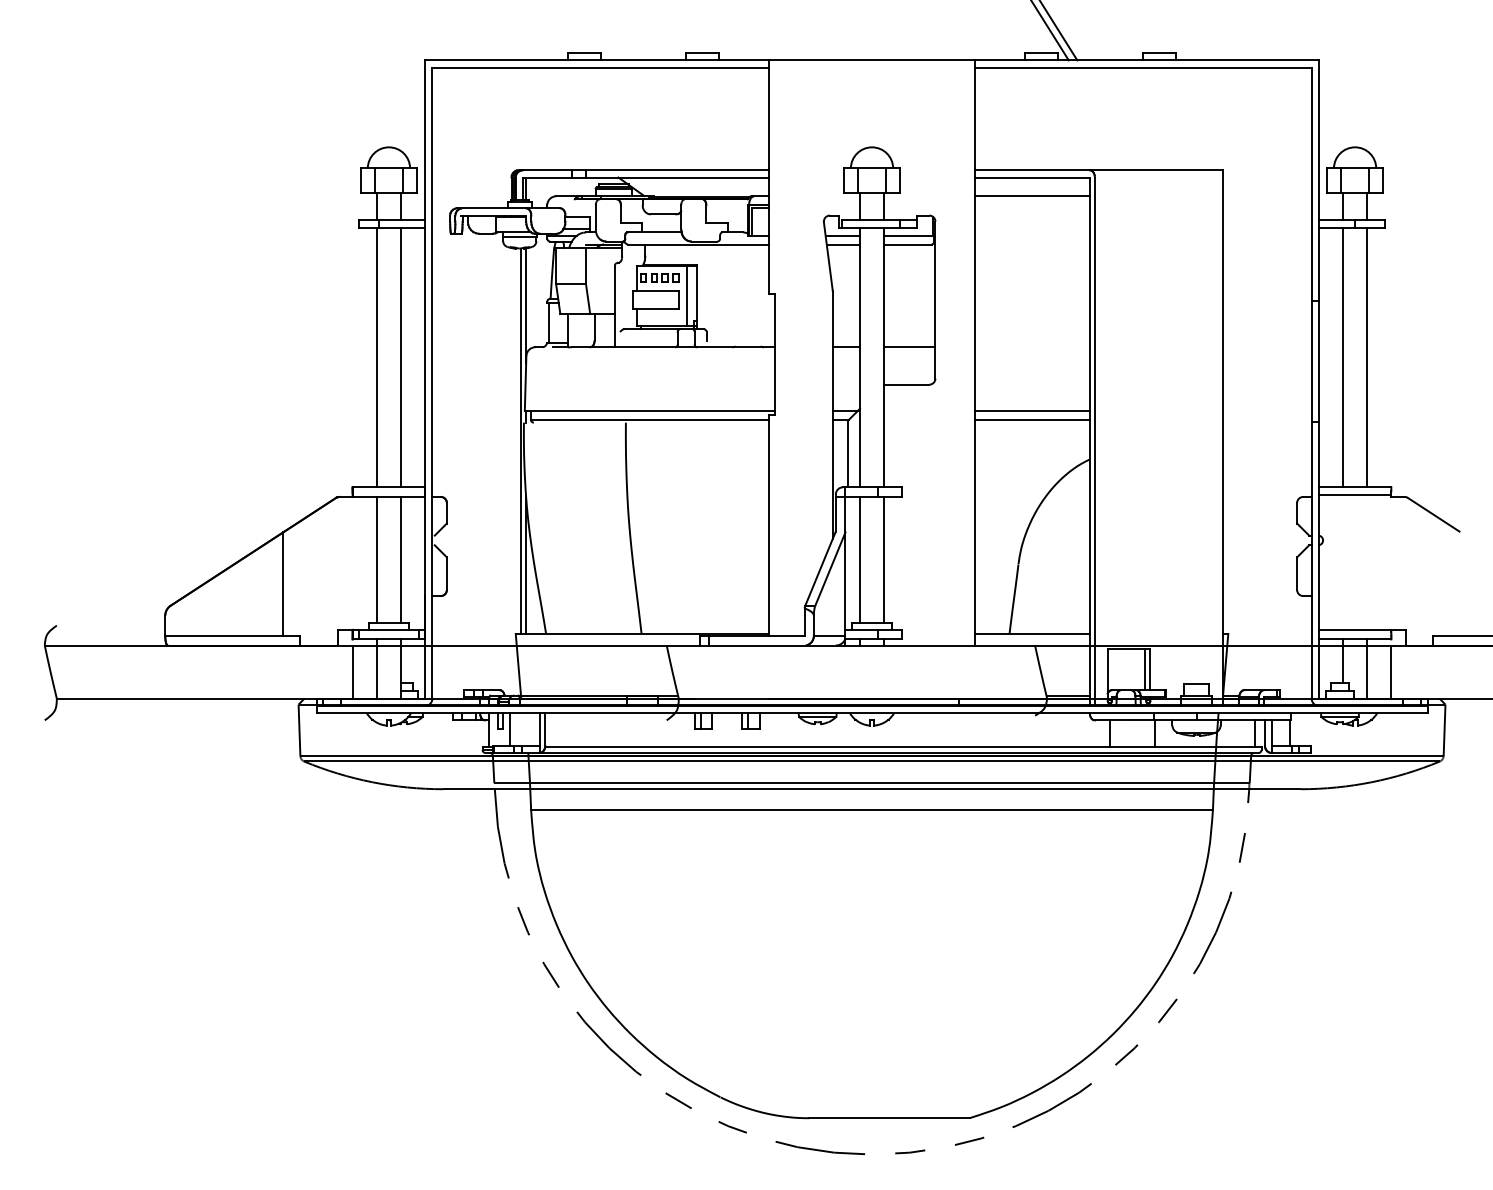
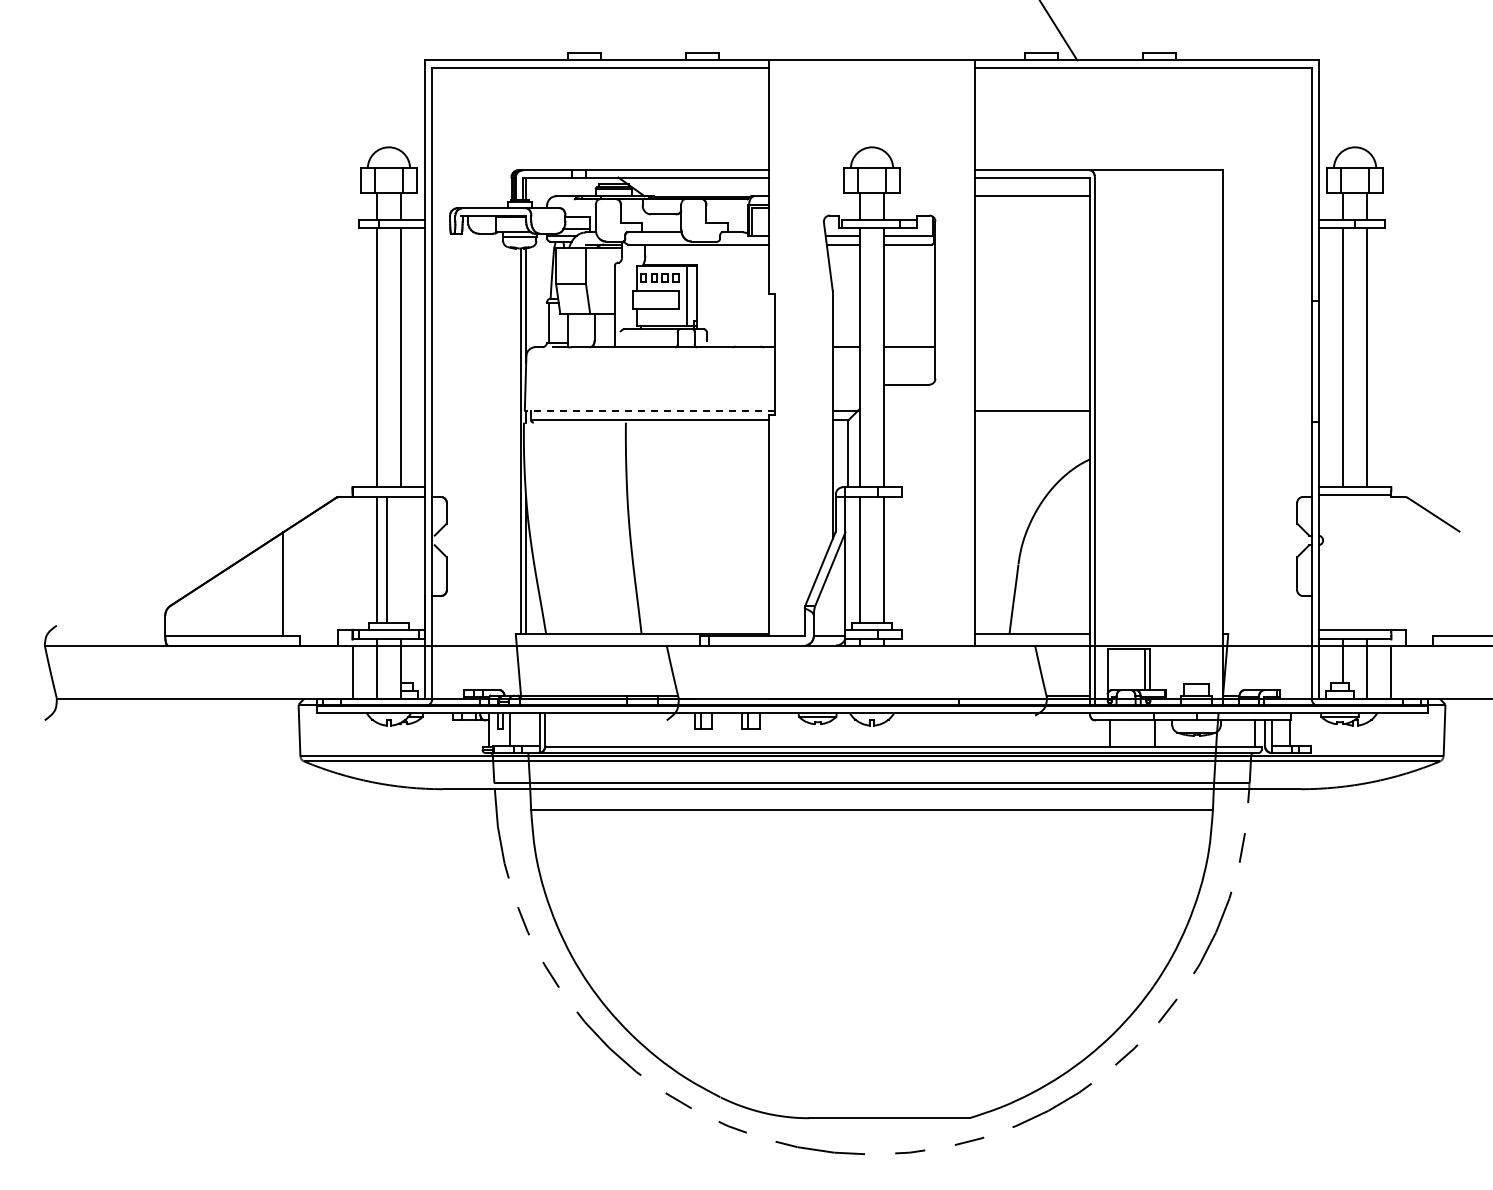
line at (1050, 31): present -> none
line at (649, 410): solid -> dashed
line at (1031, 419): present -> none
line at (401, 559) position: (401, 559) -> (387, 559)
